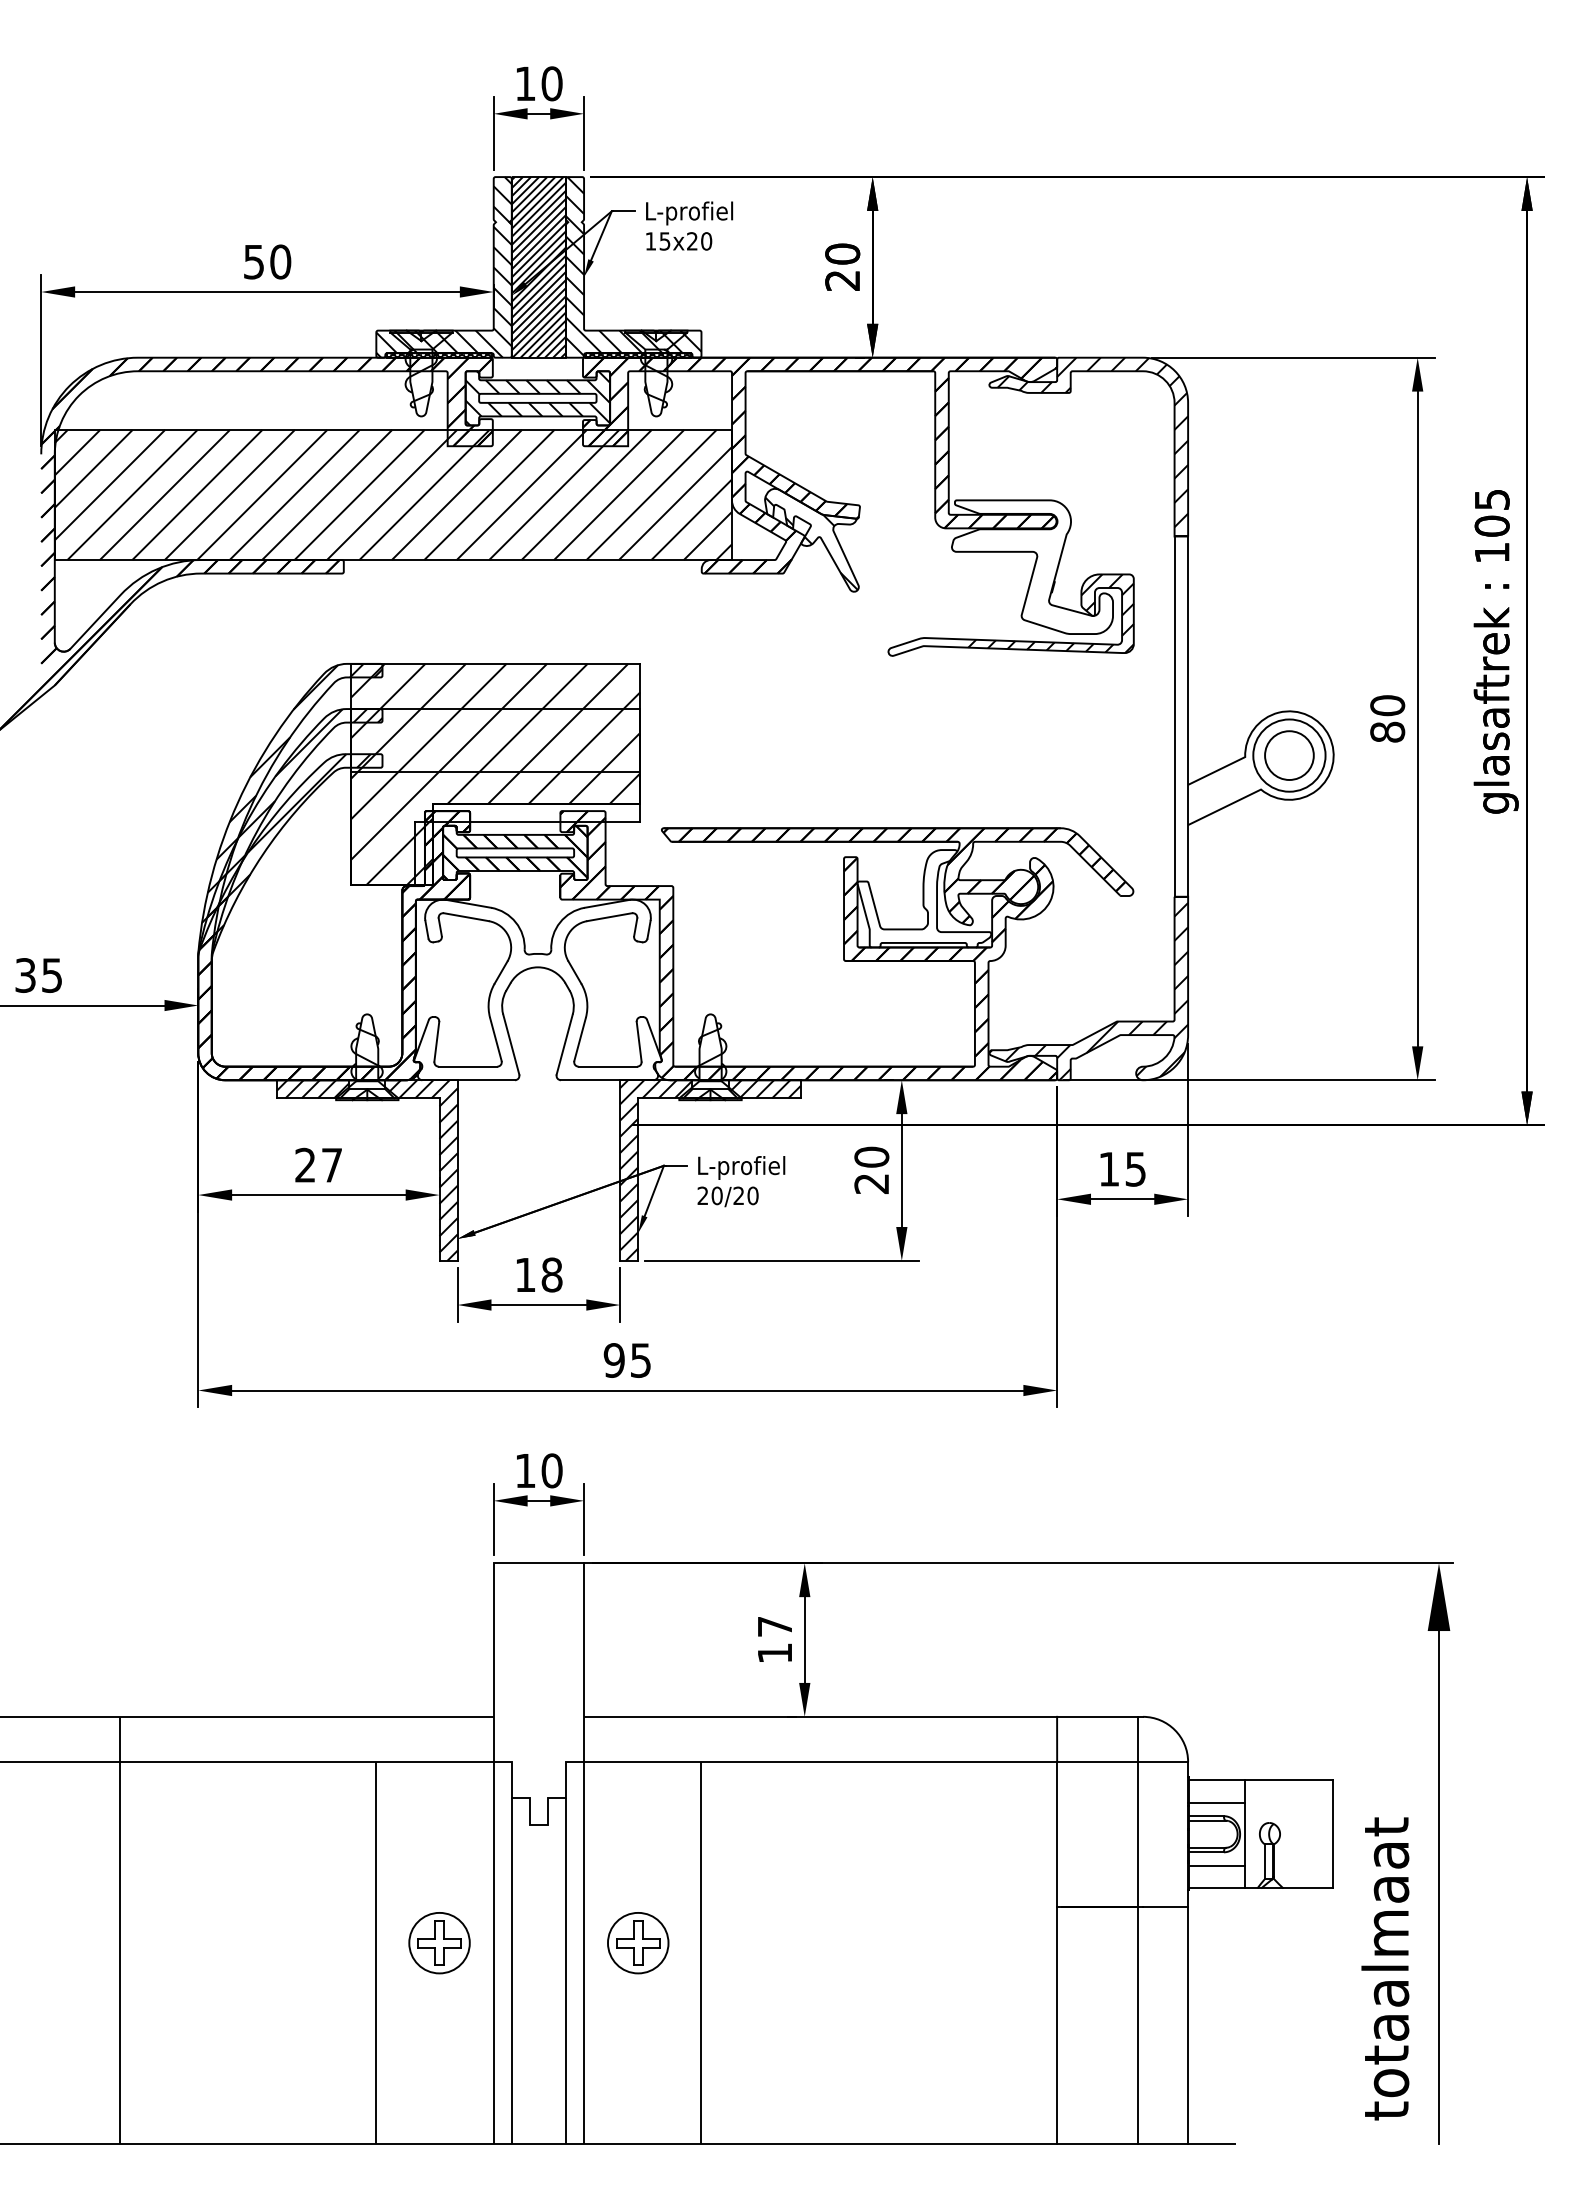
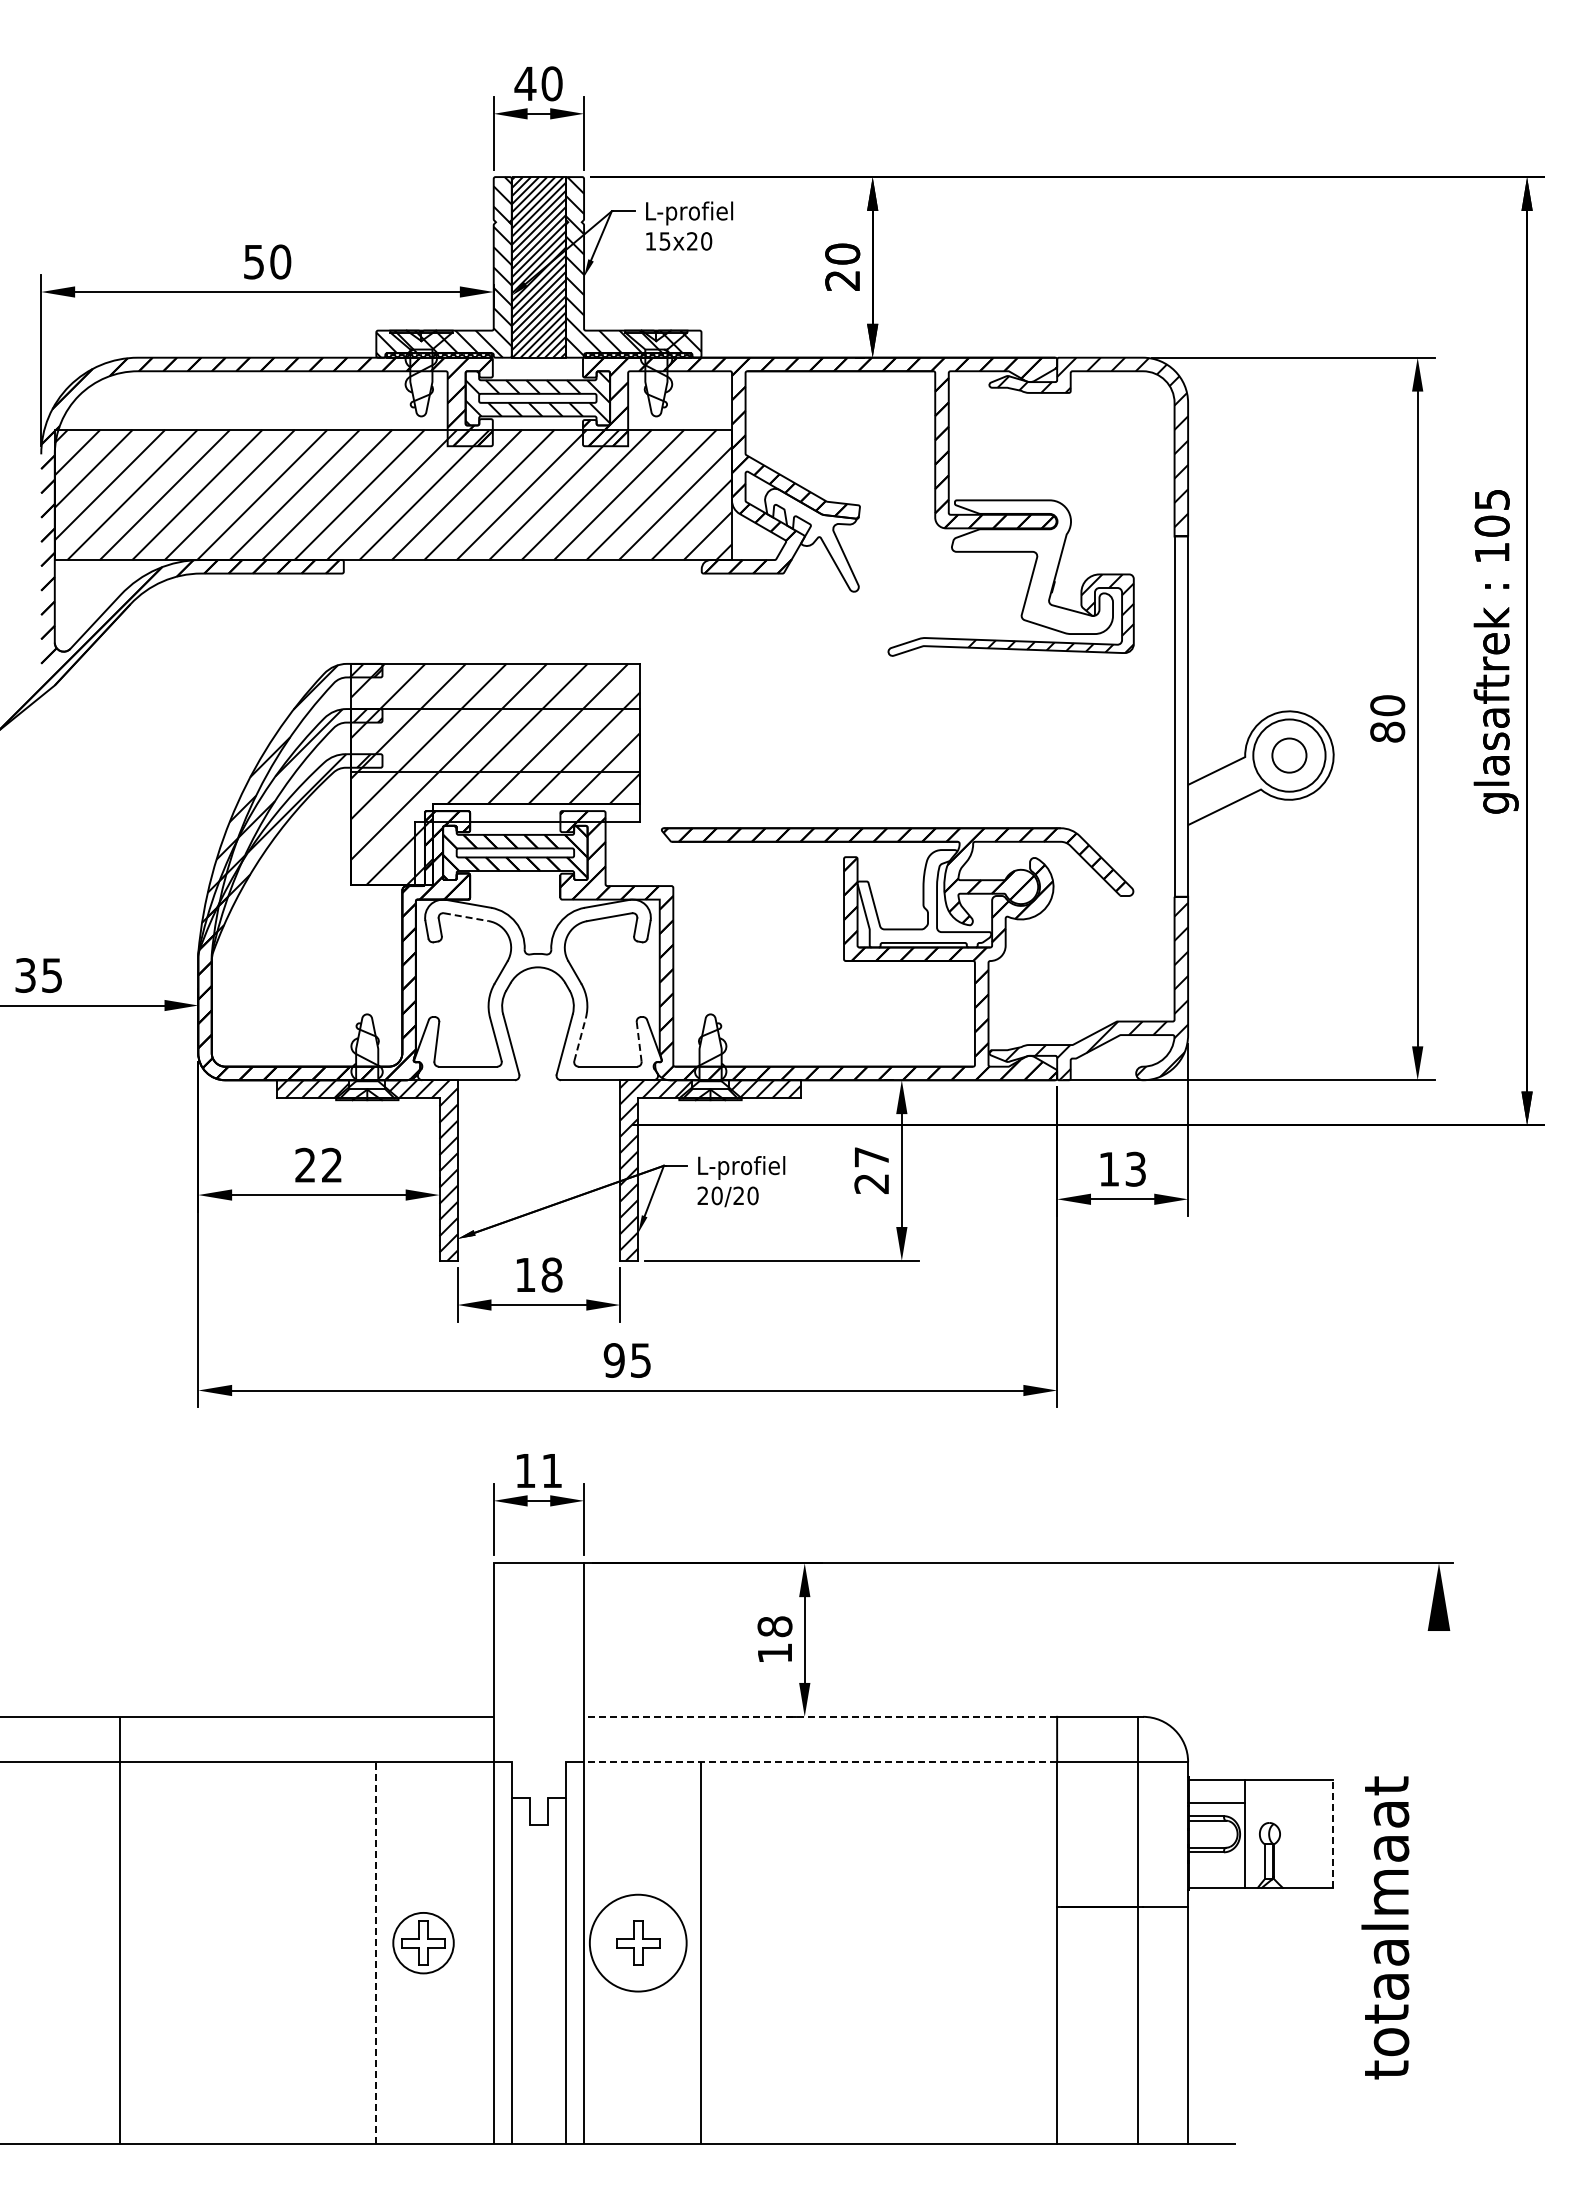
text at (525, 83): 10 -> 40
hatch at (811, 543): present -> none
circle at (1289, 755) diameter: 49 px -> 34 px
line at (466, 917): solid -> dashed
line at (580, 1039): solid -> dashed
line at (639, 1041): solid -> dashed
text at (871, 1156): 20 -> 27
text at (331, 1164): 27 -> 22
text at (1135, 1168): 15 -> 13
text at (551, 1470): 10 -> 11
text at (774, 1626): 17 -> 18
line at (819, 1716): solid -> dashed
line at (819, 1762): solid -> dashed
line at (1333, 1833): solid -> dashed
line at (1216, 1865): present -> none
line at (1438, 1887): present -> none
circle at (637, 1942) diameter: 61 px -> 97 px
part at (439, 1943) position: (439, 1943) -> (423, 1943)
line at (376, 1952): solid -> dashed
text at (1385, 1968) position: (1385, 1968) -> (1385, 1927)
